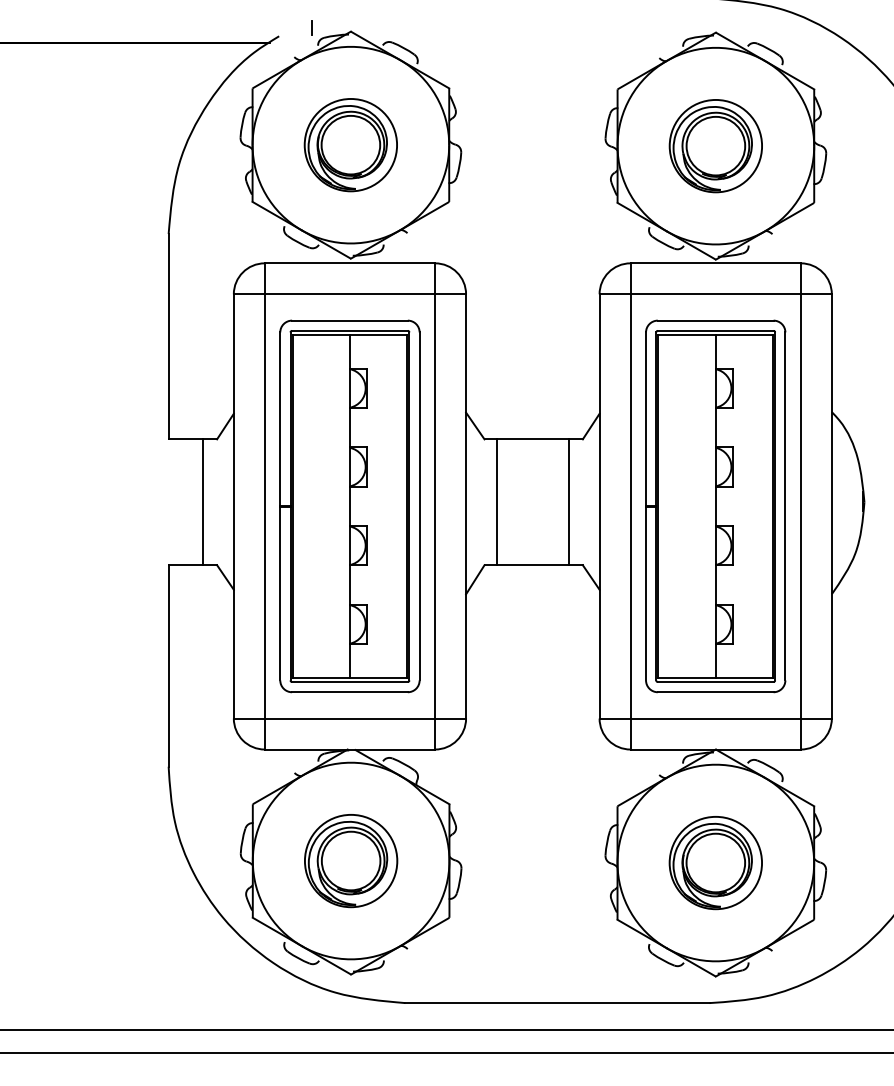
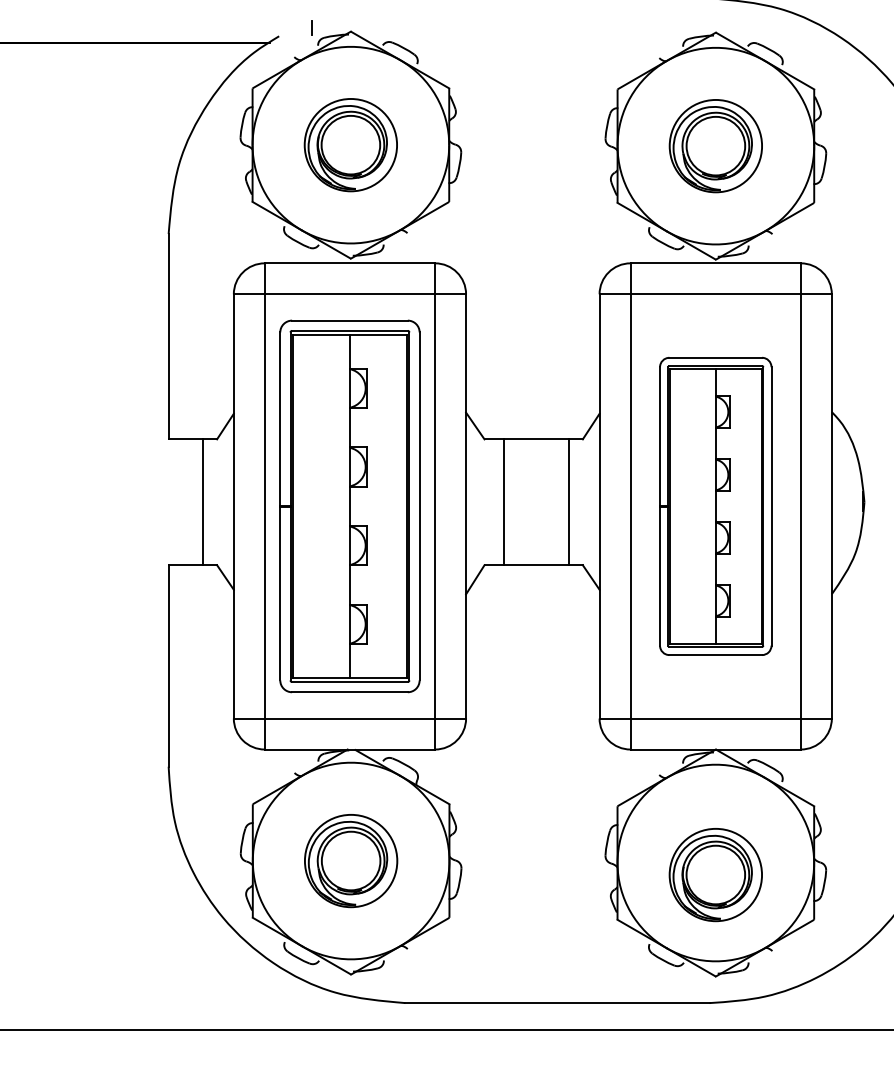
line at (497, 502) position: (497, 502) -> (504, 502)
part at (715, 506) size: 142x375 px -> 114x300 px
part at (715, 863) position: (715, 863) -> (715, 875)
line at (446, 1053): present -> none
